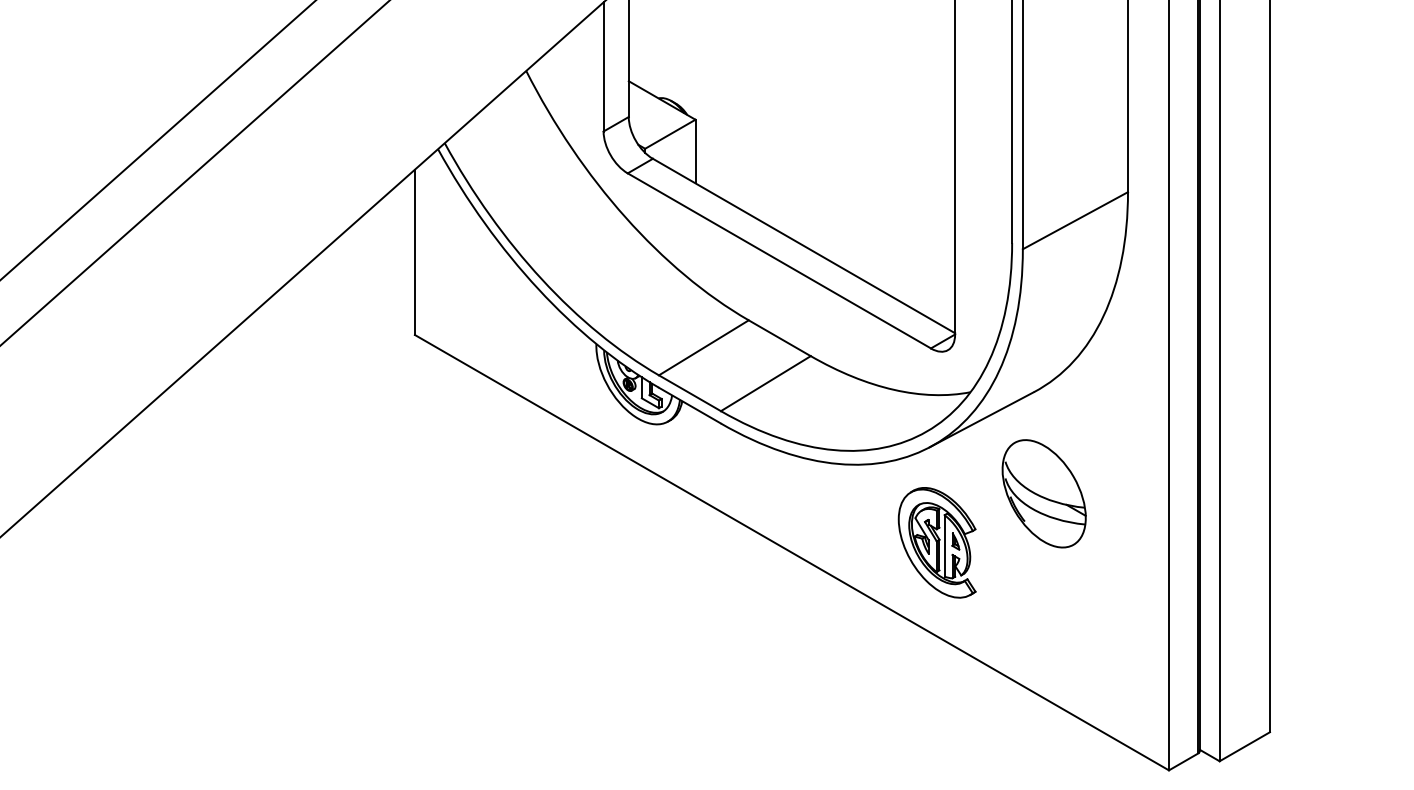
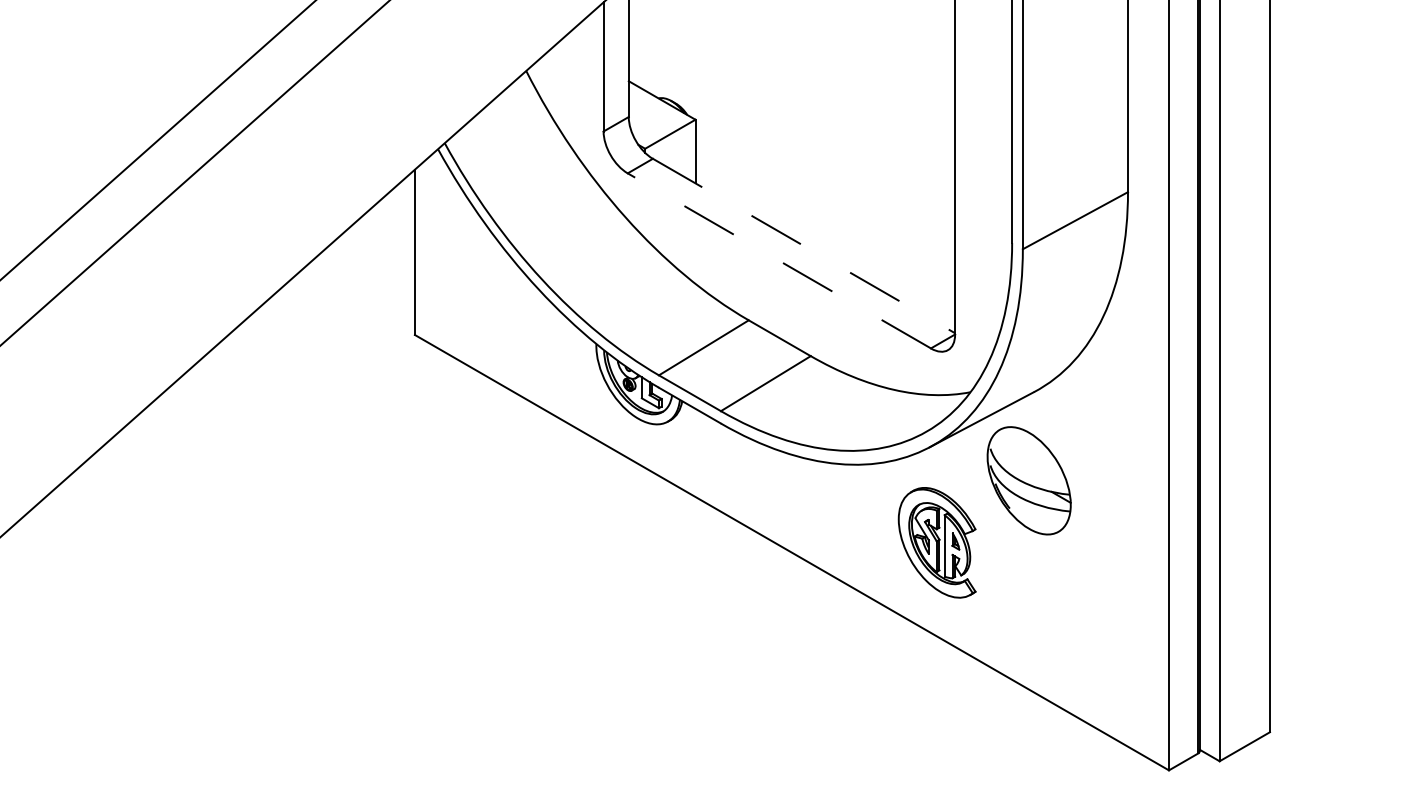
line at (804, 246): solid -> dashed
line at (778, 260): solid -> dashed
part at (1043, 493) position: (1043, 493) -> (1028, 480)
